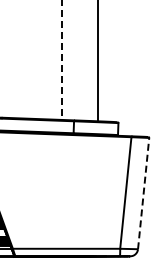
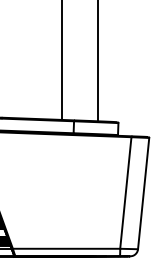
line at (61, 60): dashed -> solid
line at (143, 193): dashed -> solid
